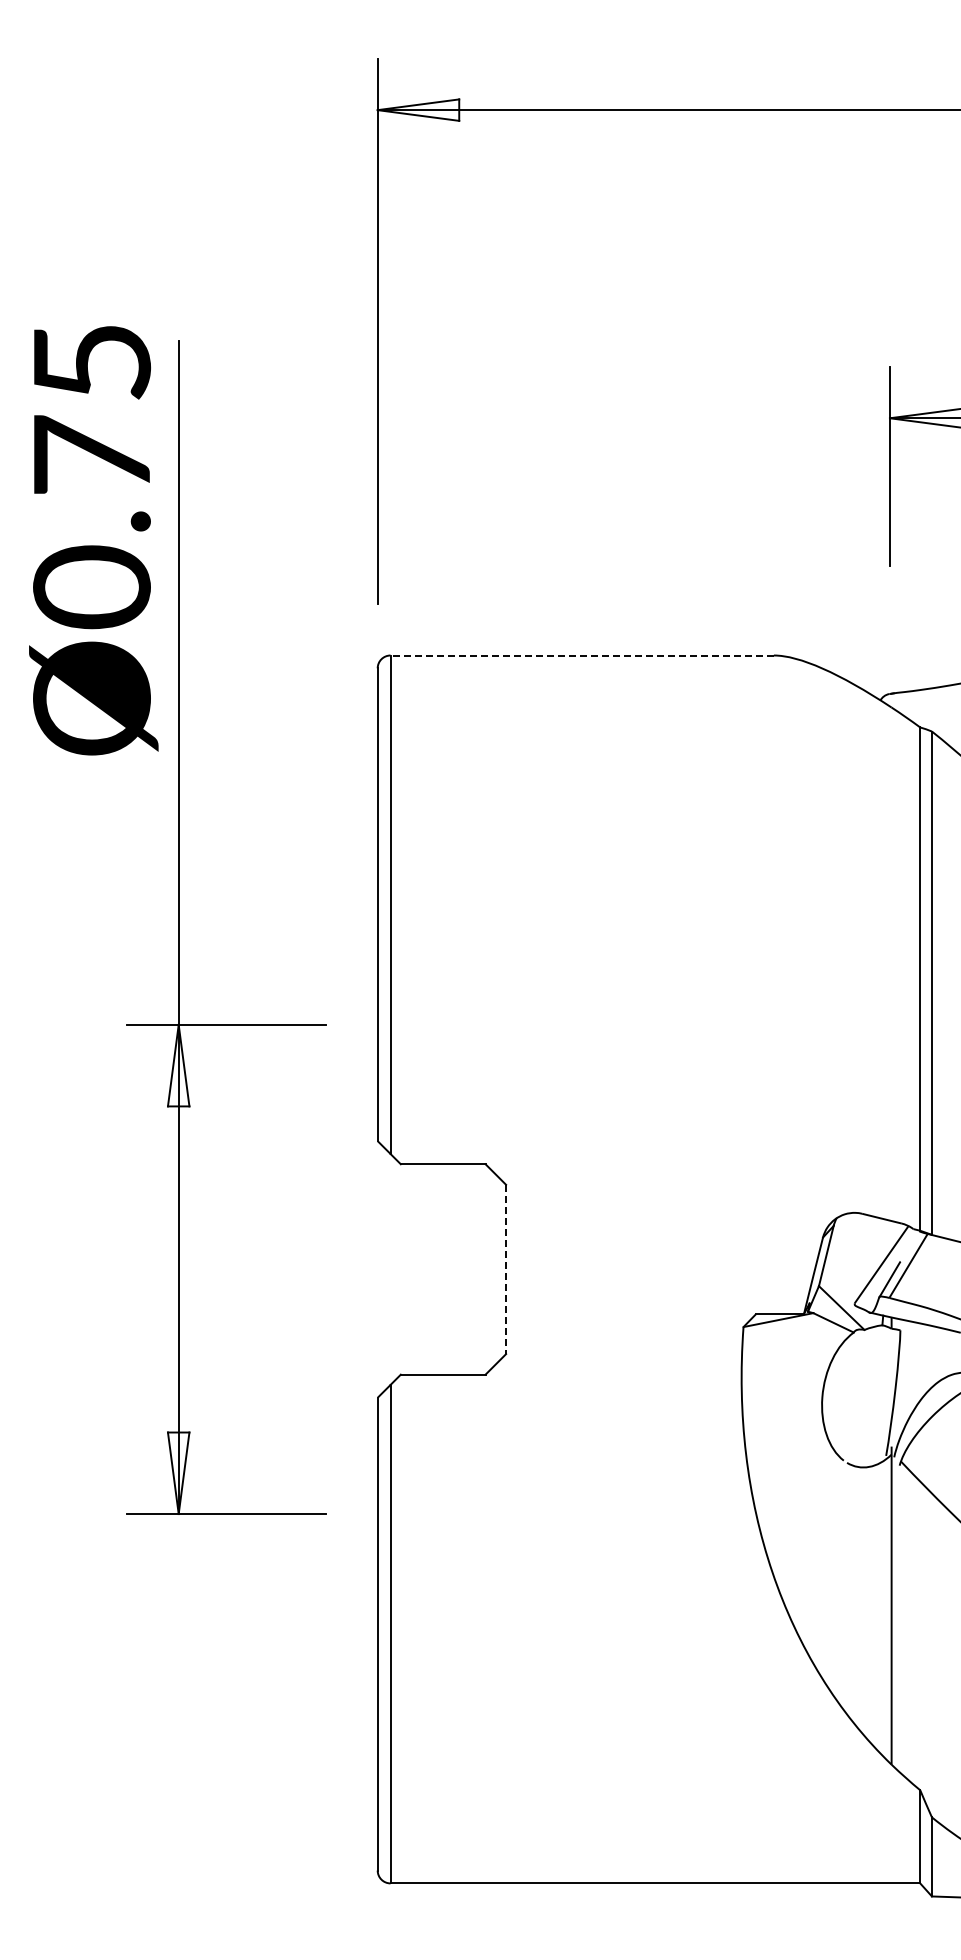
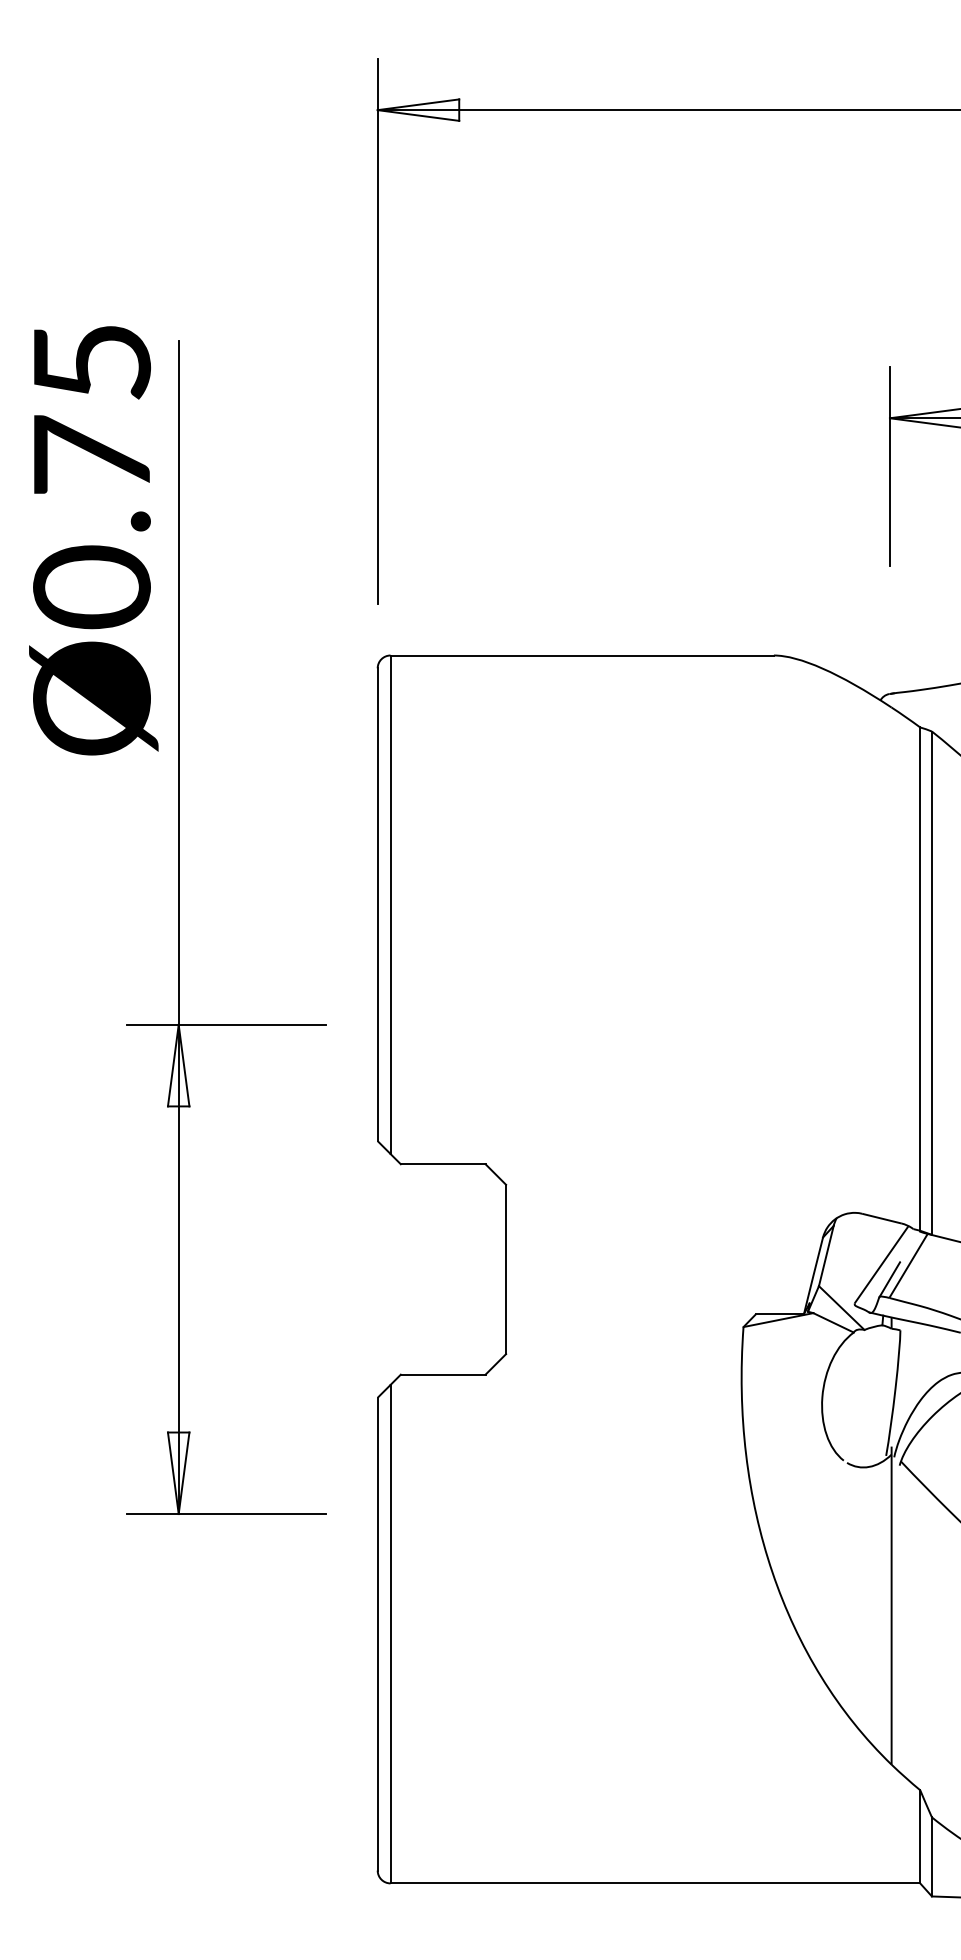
line at (582, 655): dashed -> solid
line at (506, 1269): dashed -> solid
